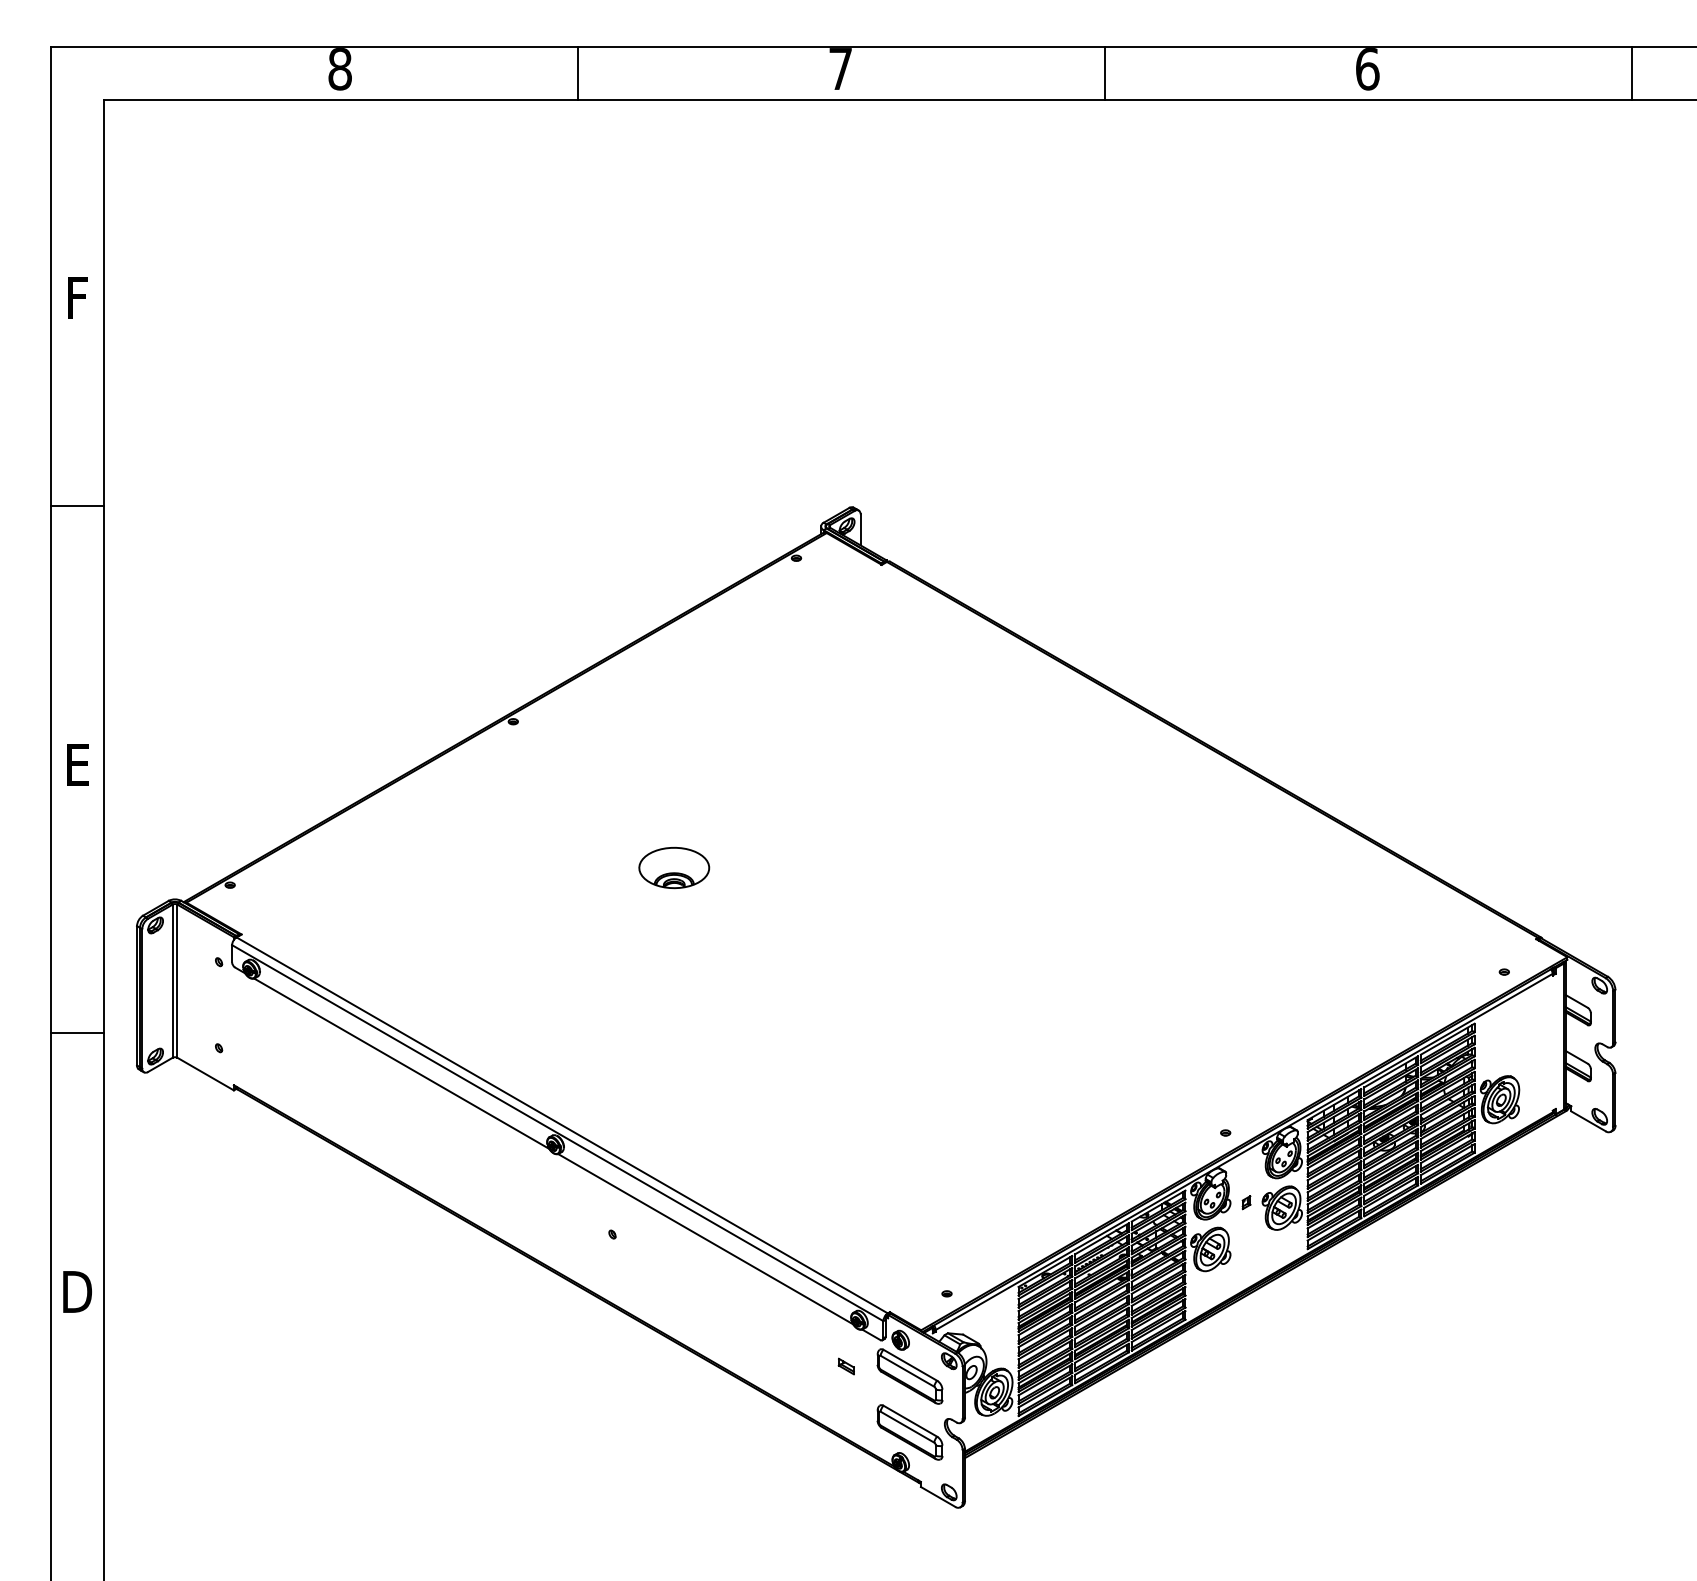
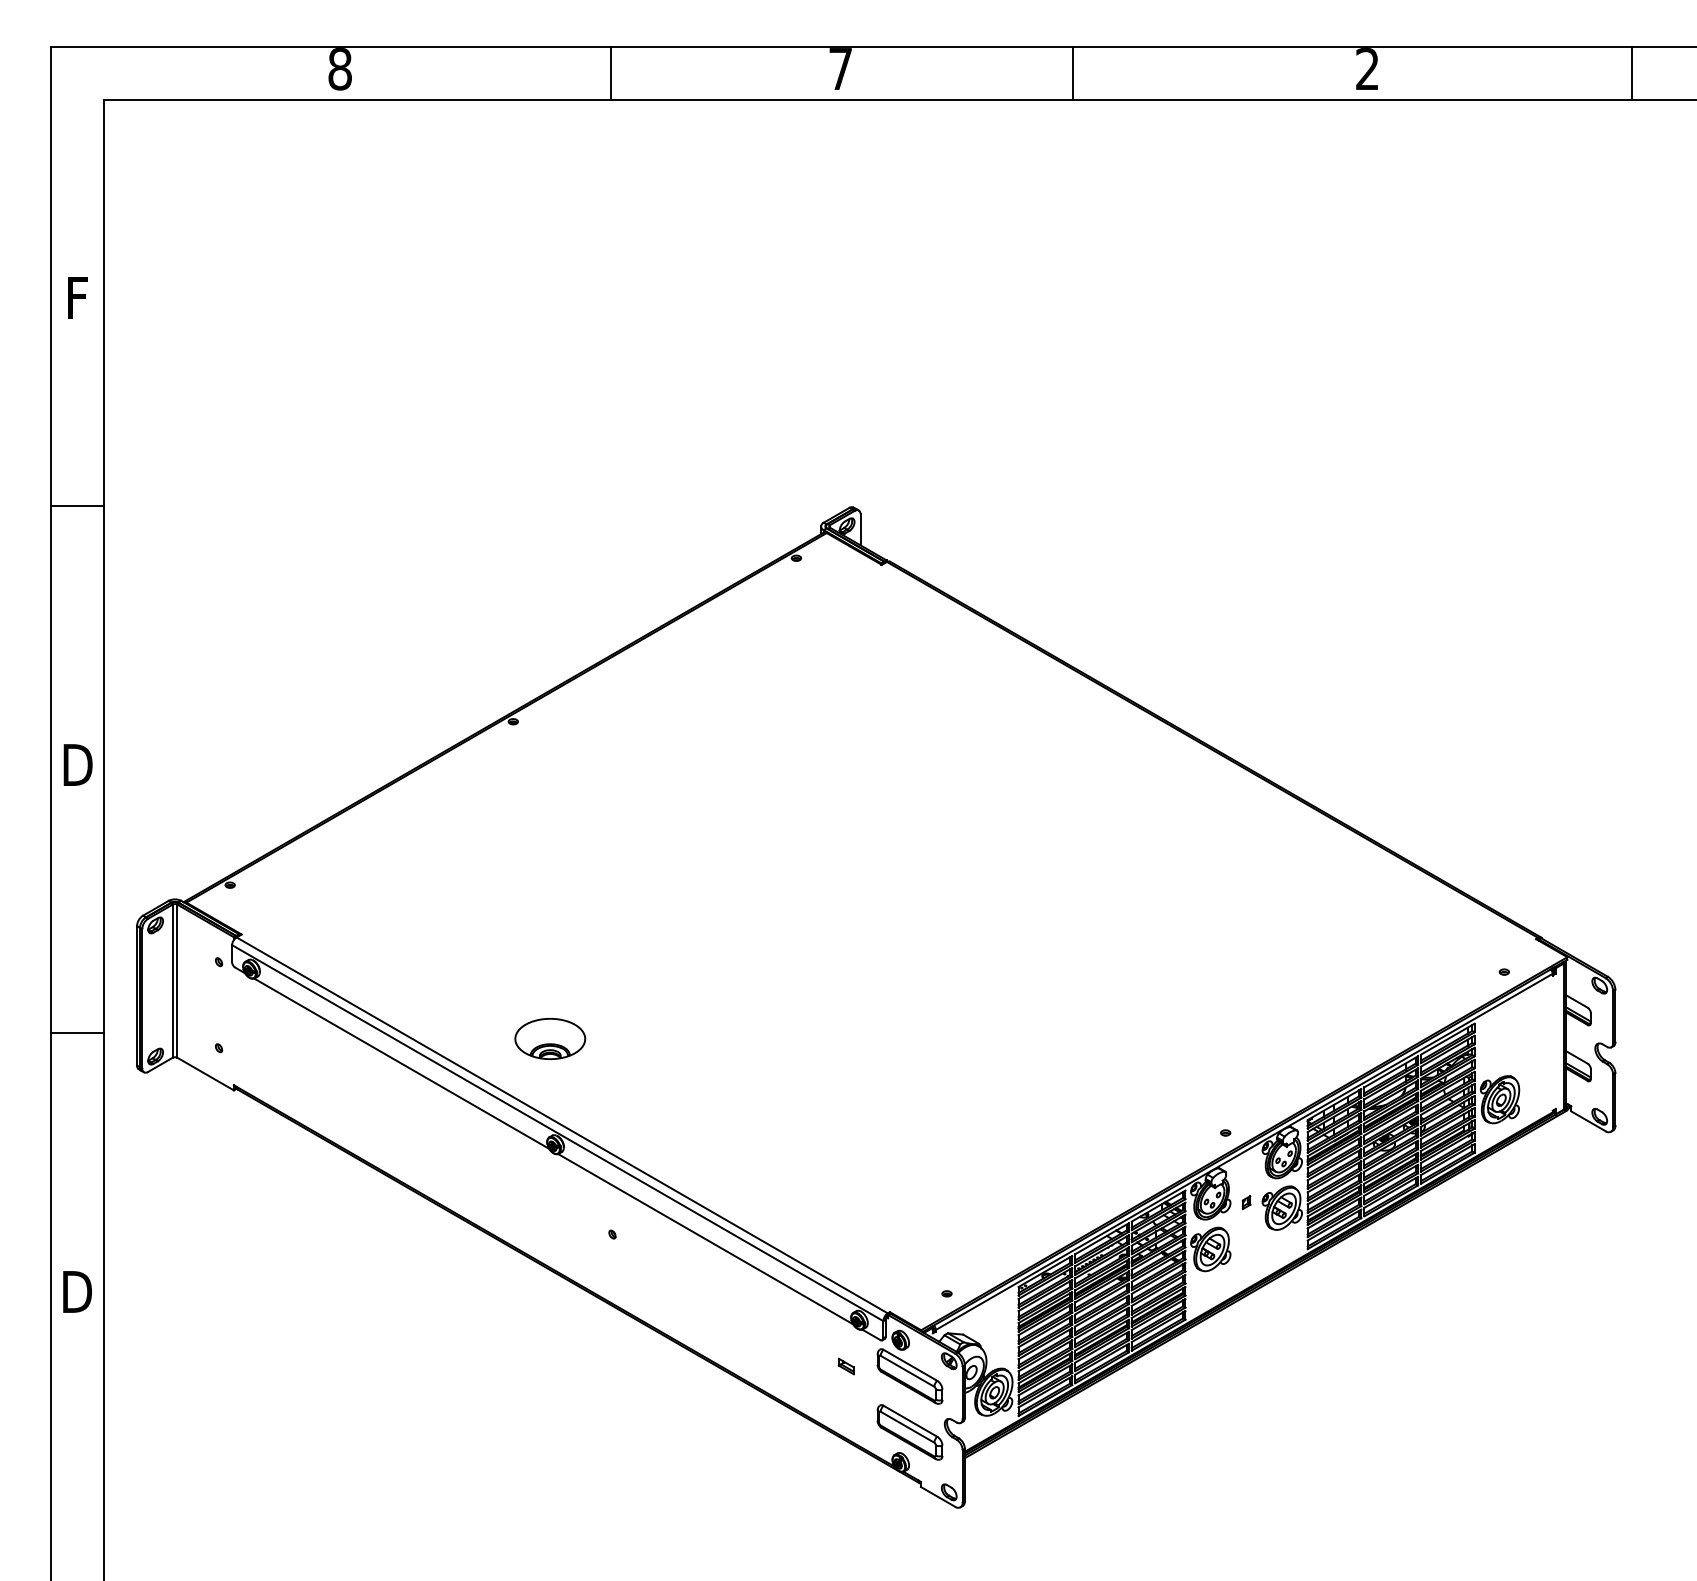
text at (1367, 69): 6 -> 2
line at (577, 73) position: (577, 73) -> (610, 73)
line at (1104, 73) position: (1104, 73) -> (1072, 73)
text at (77, 764): E -> D
part at (674, 867) position: (674, 867) -> (550, 1038)
